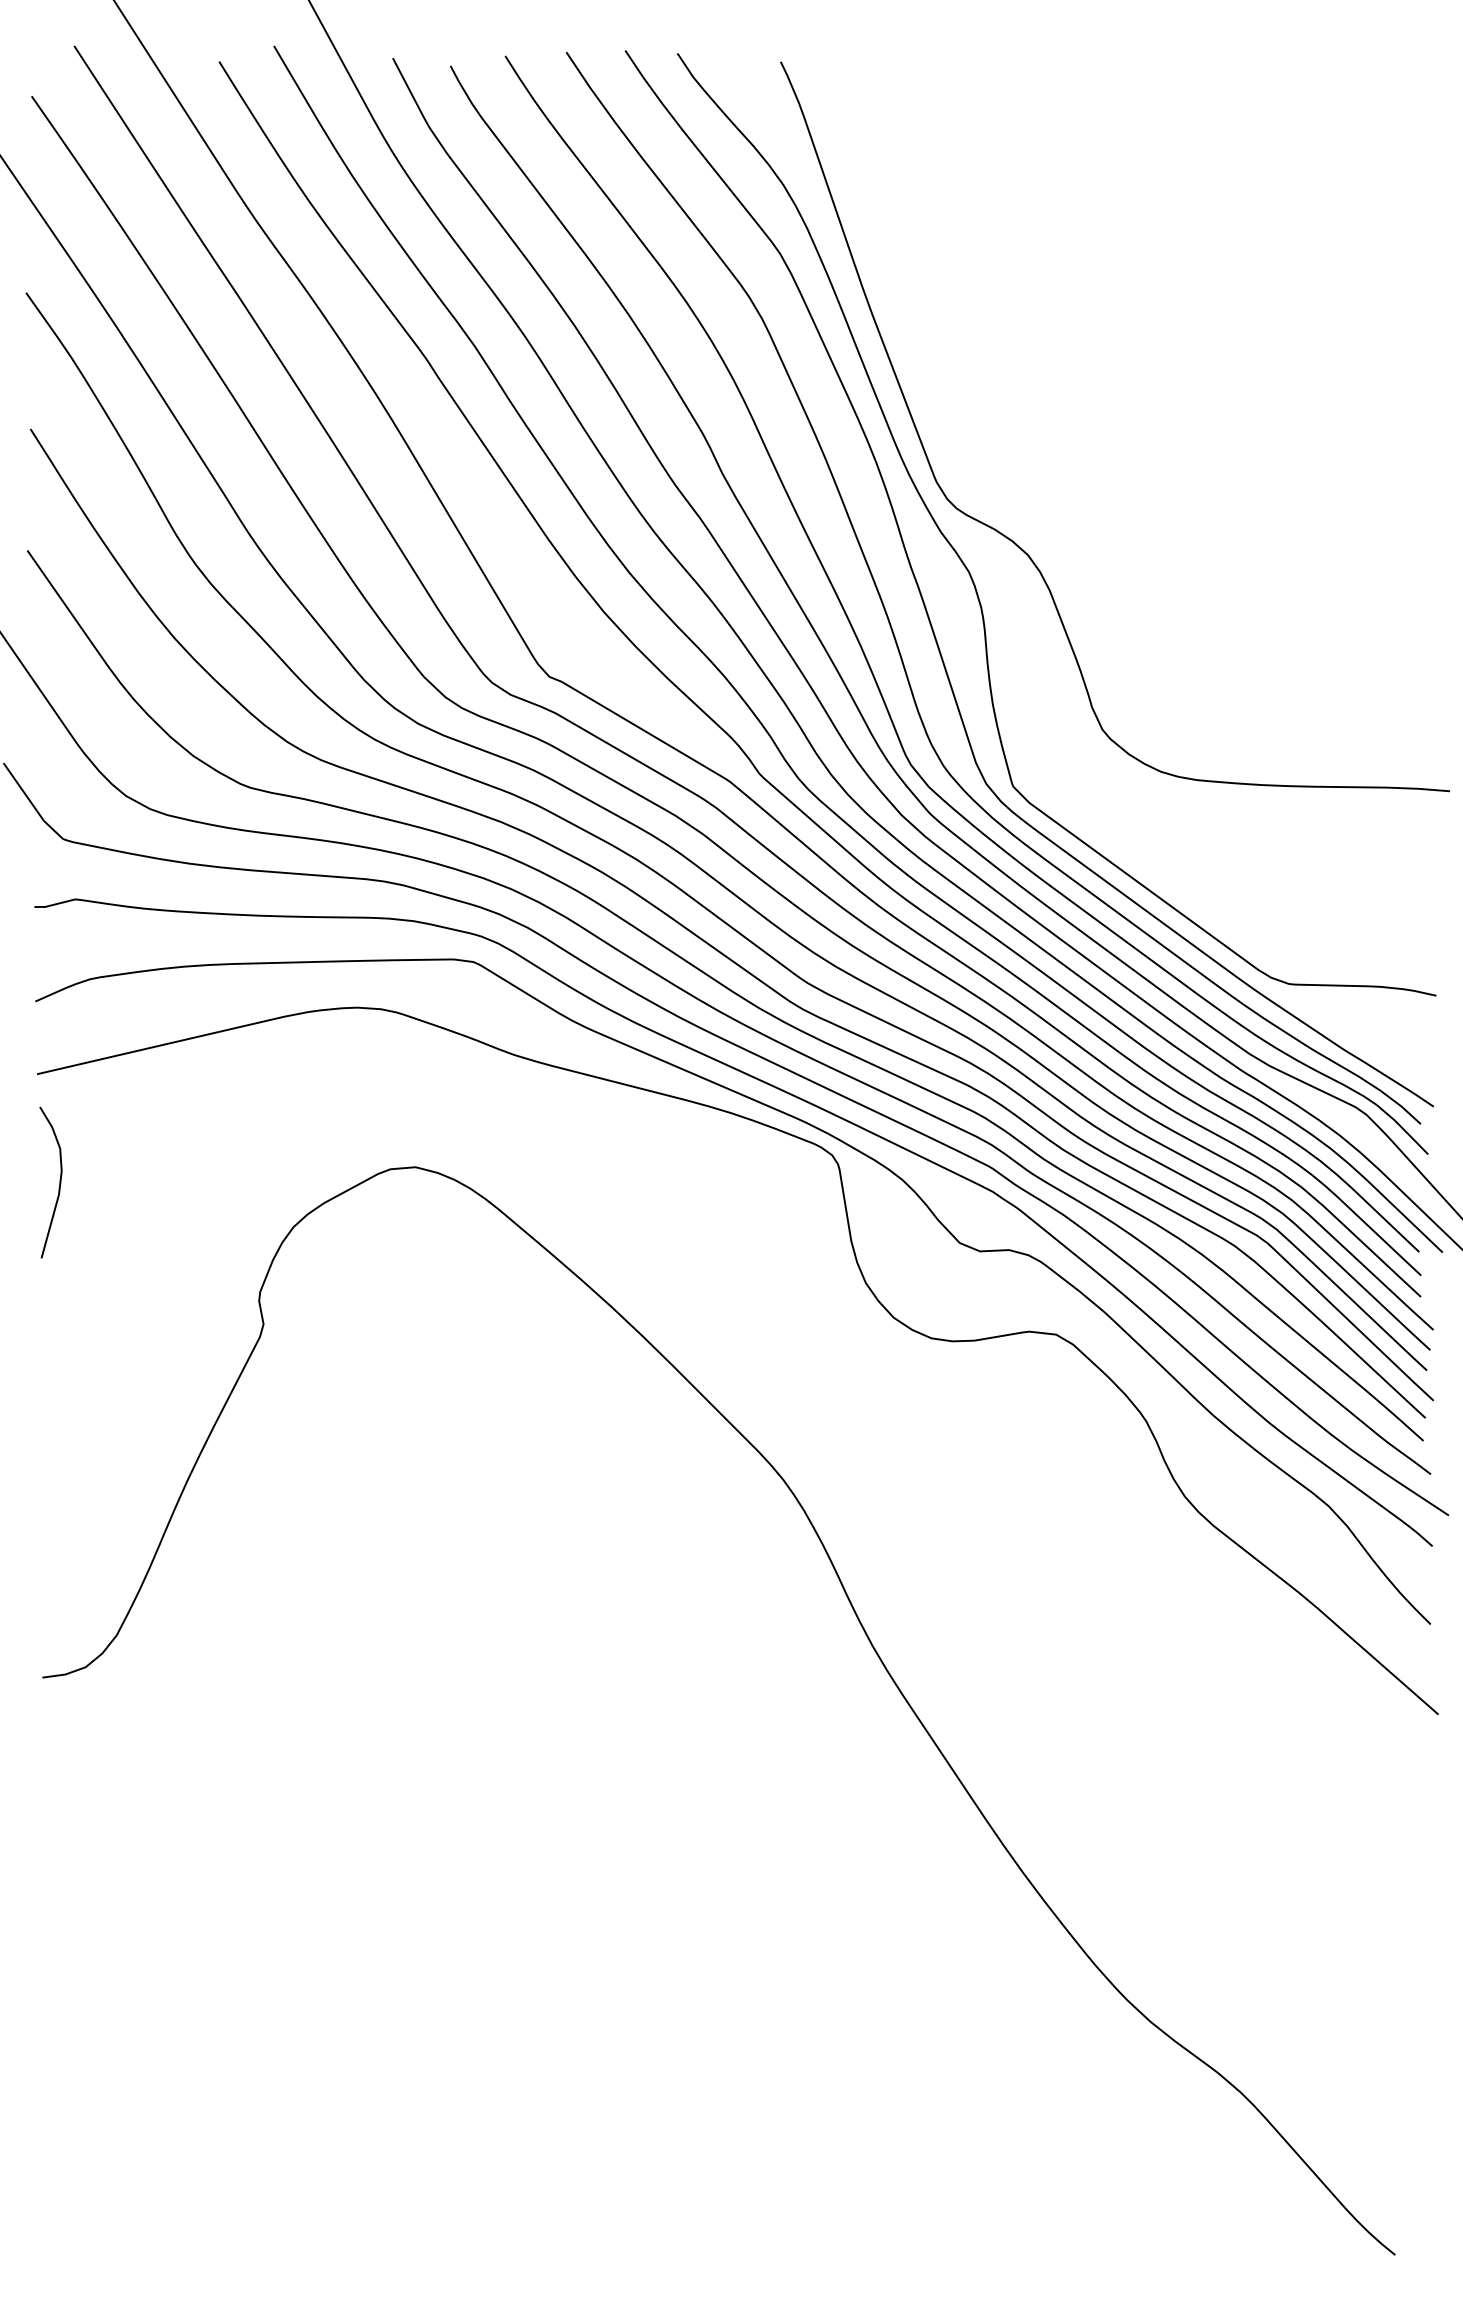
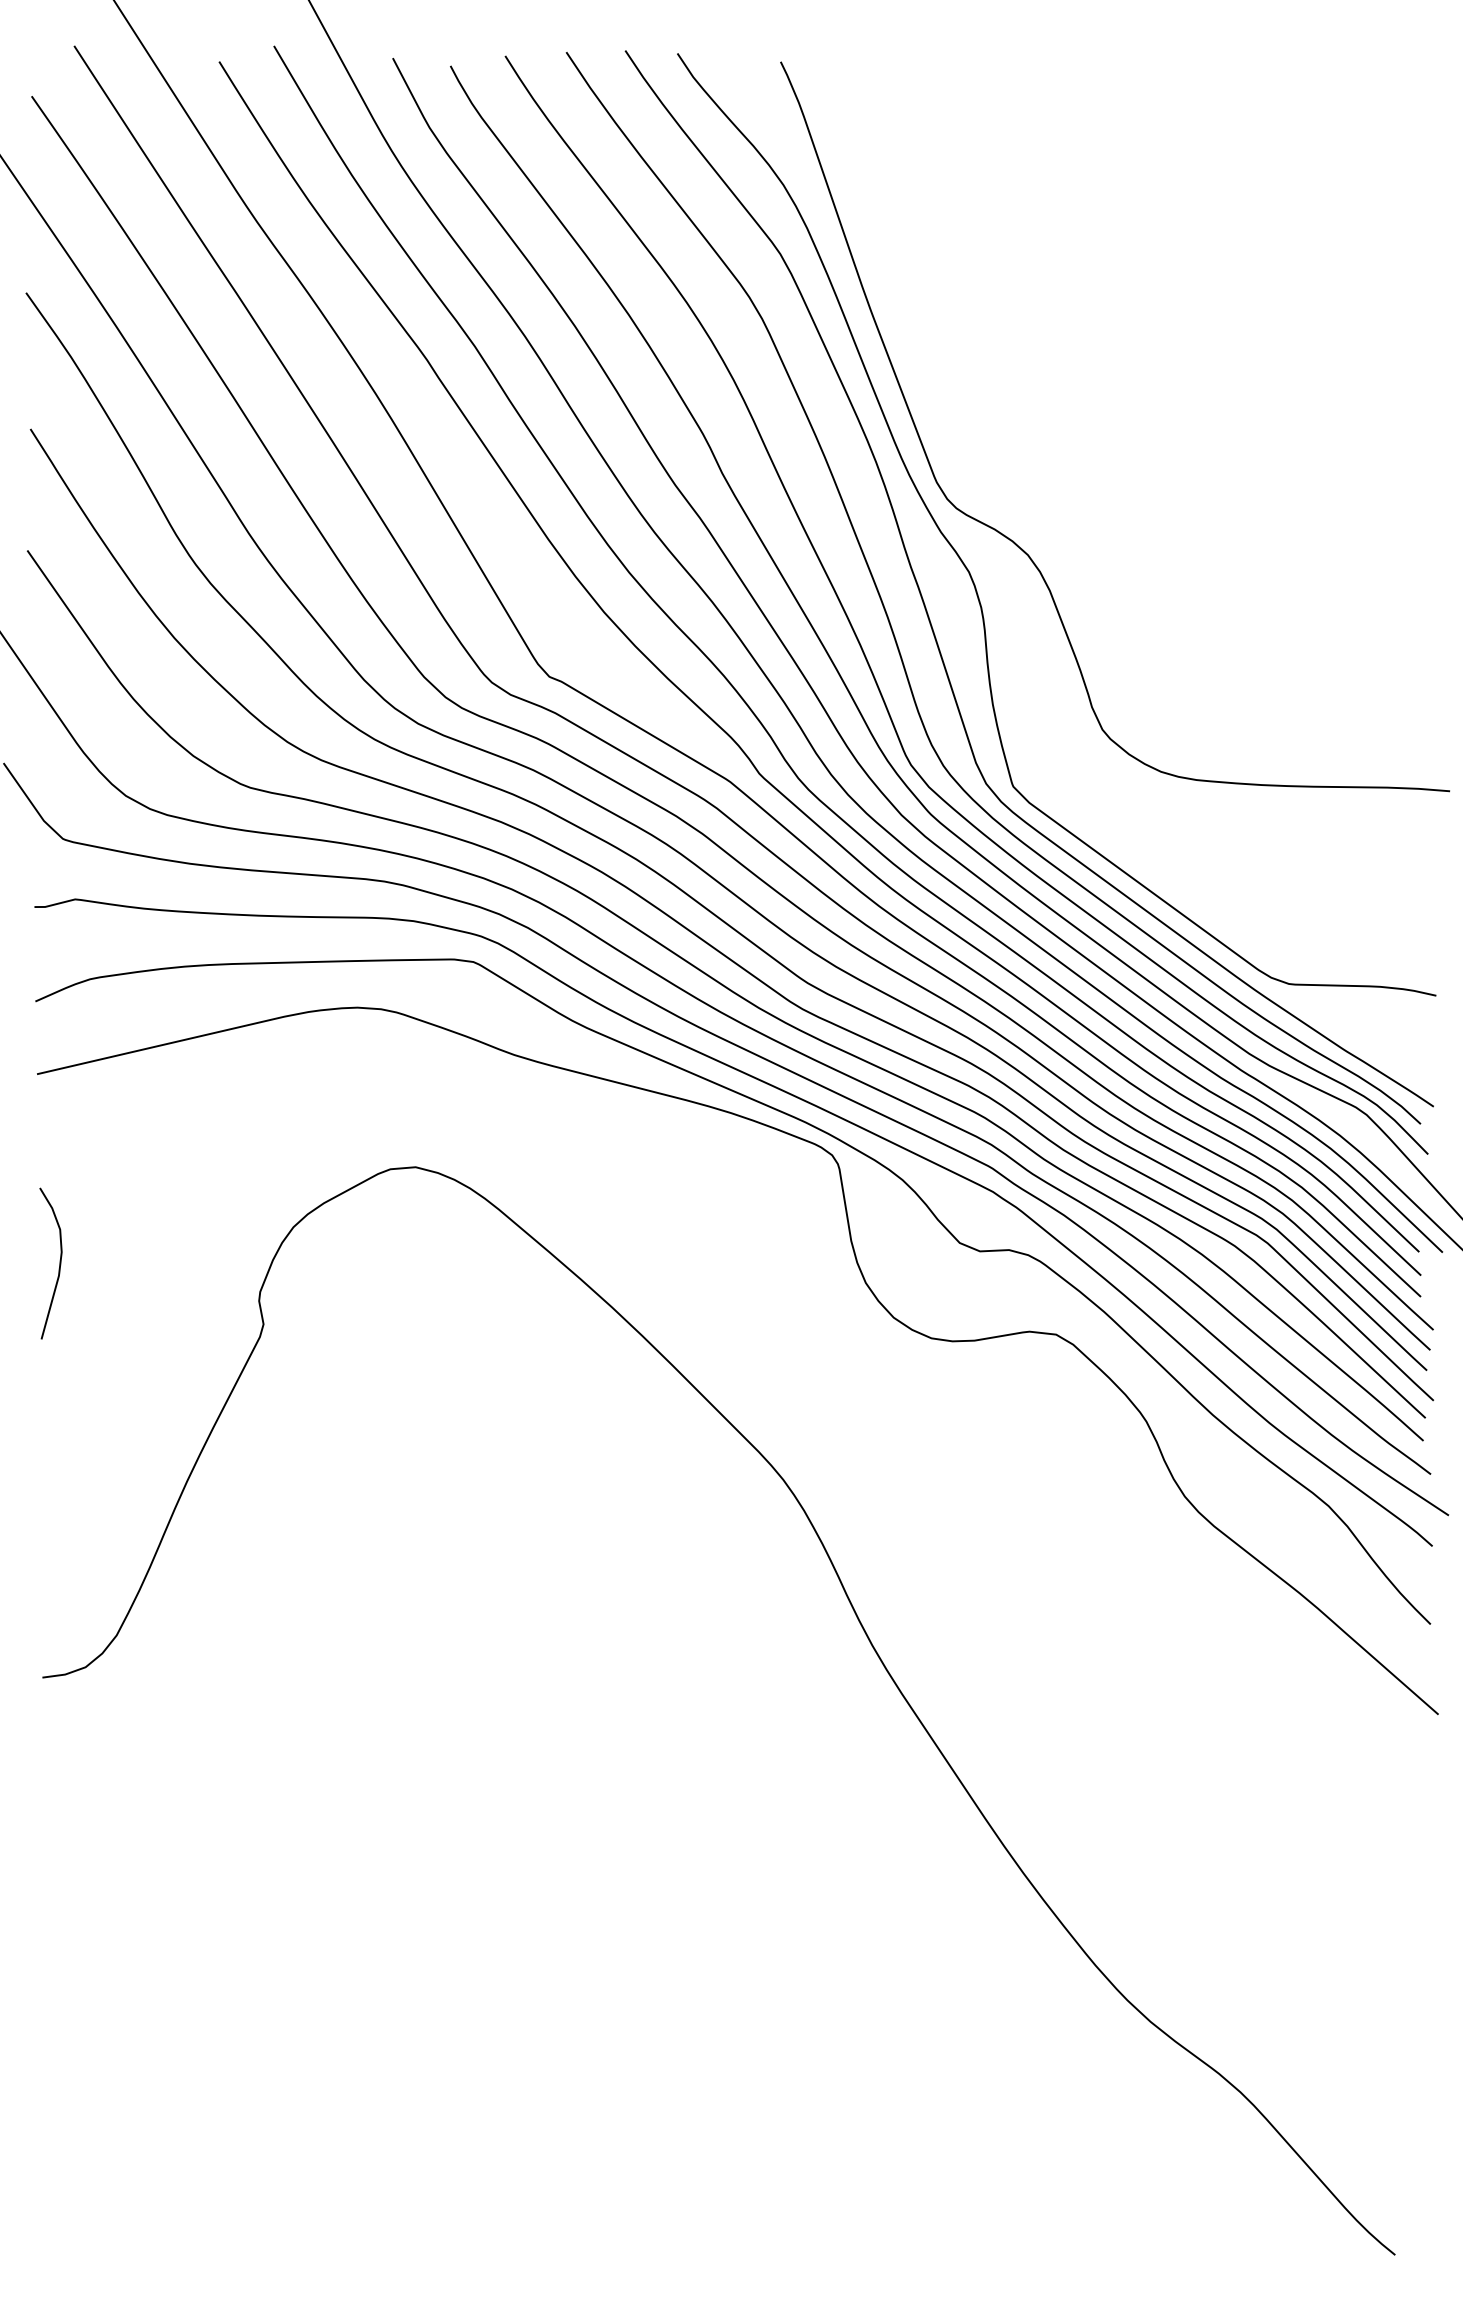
curve at (59, 1182) position: (59, 1182) -> (59, 1263)
